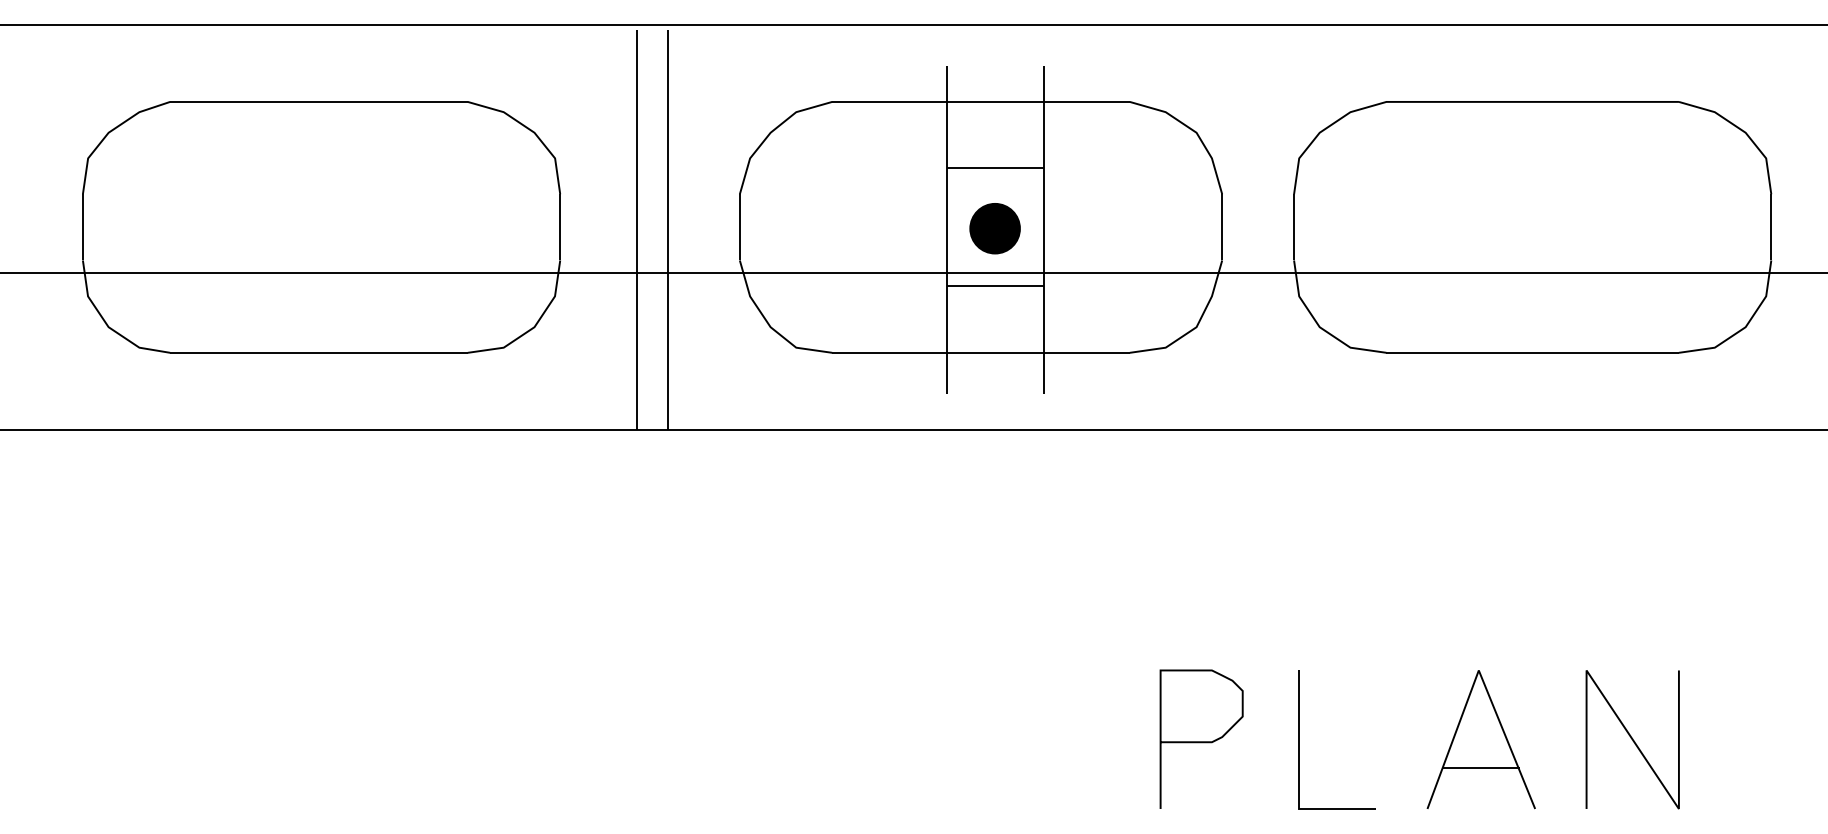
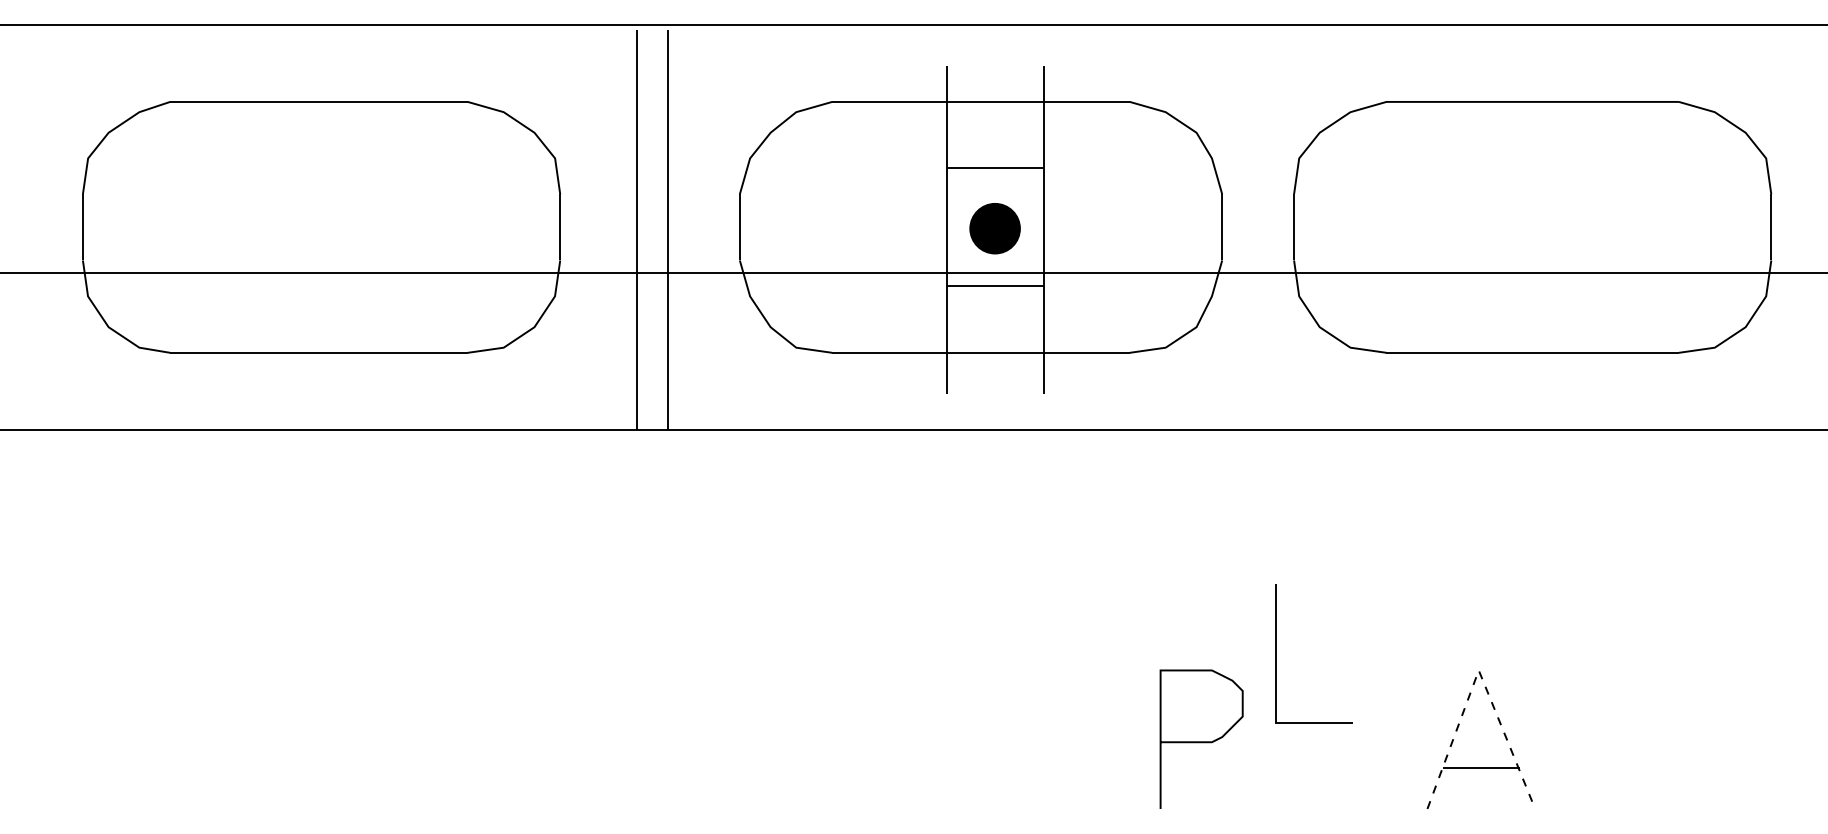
line at (1479, 671): solid -> dashed
line at (1299, 739) position: (1299, 739) -> (1276, 653)
line at (1632, 739): present -> none
